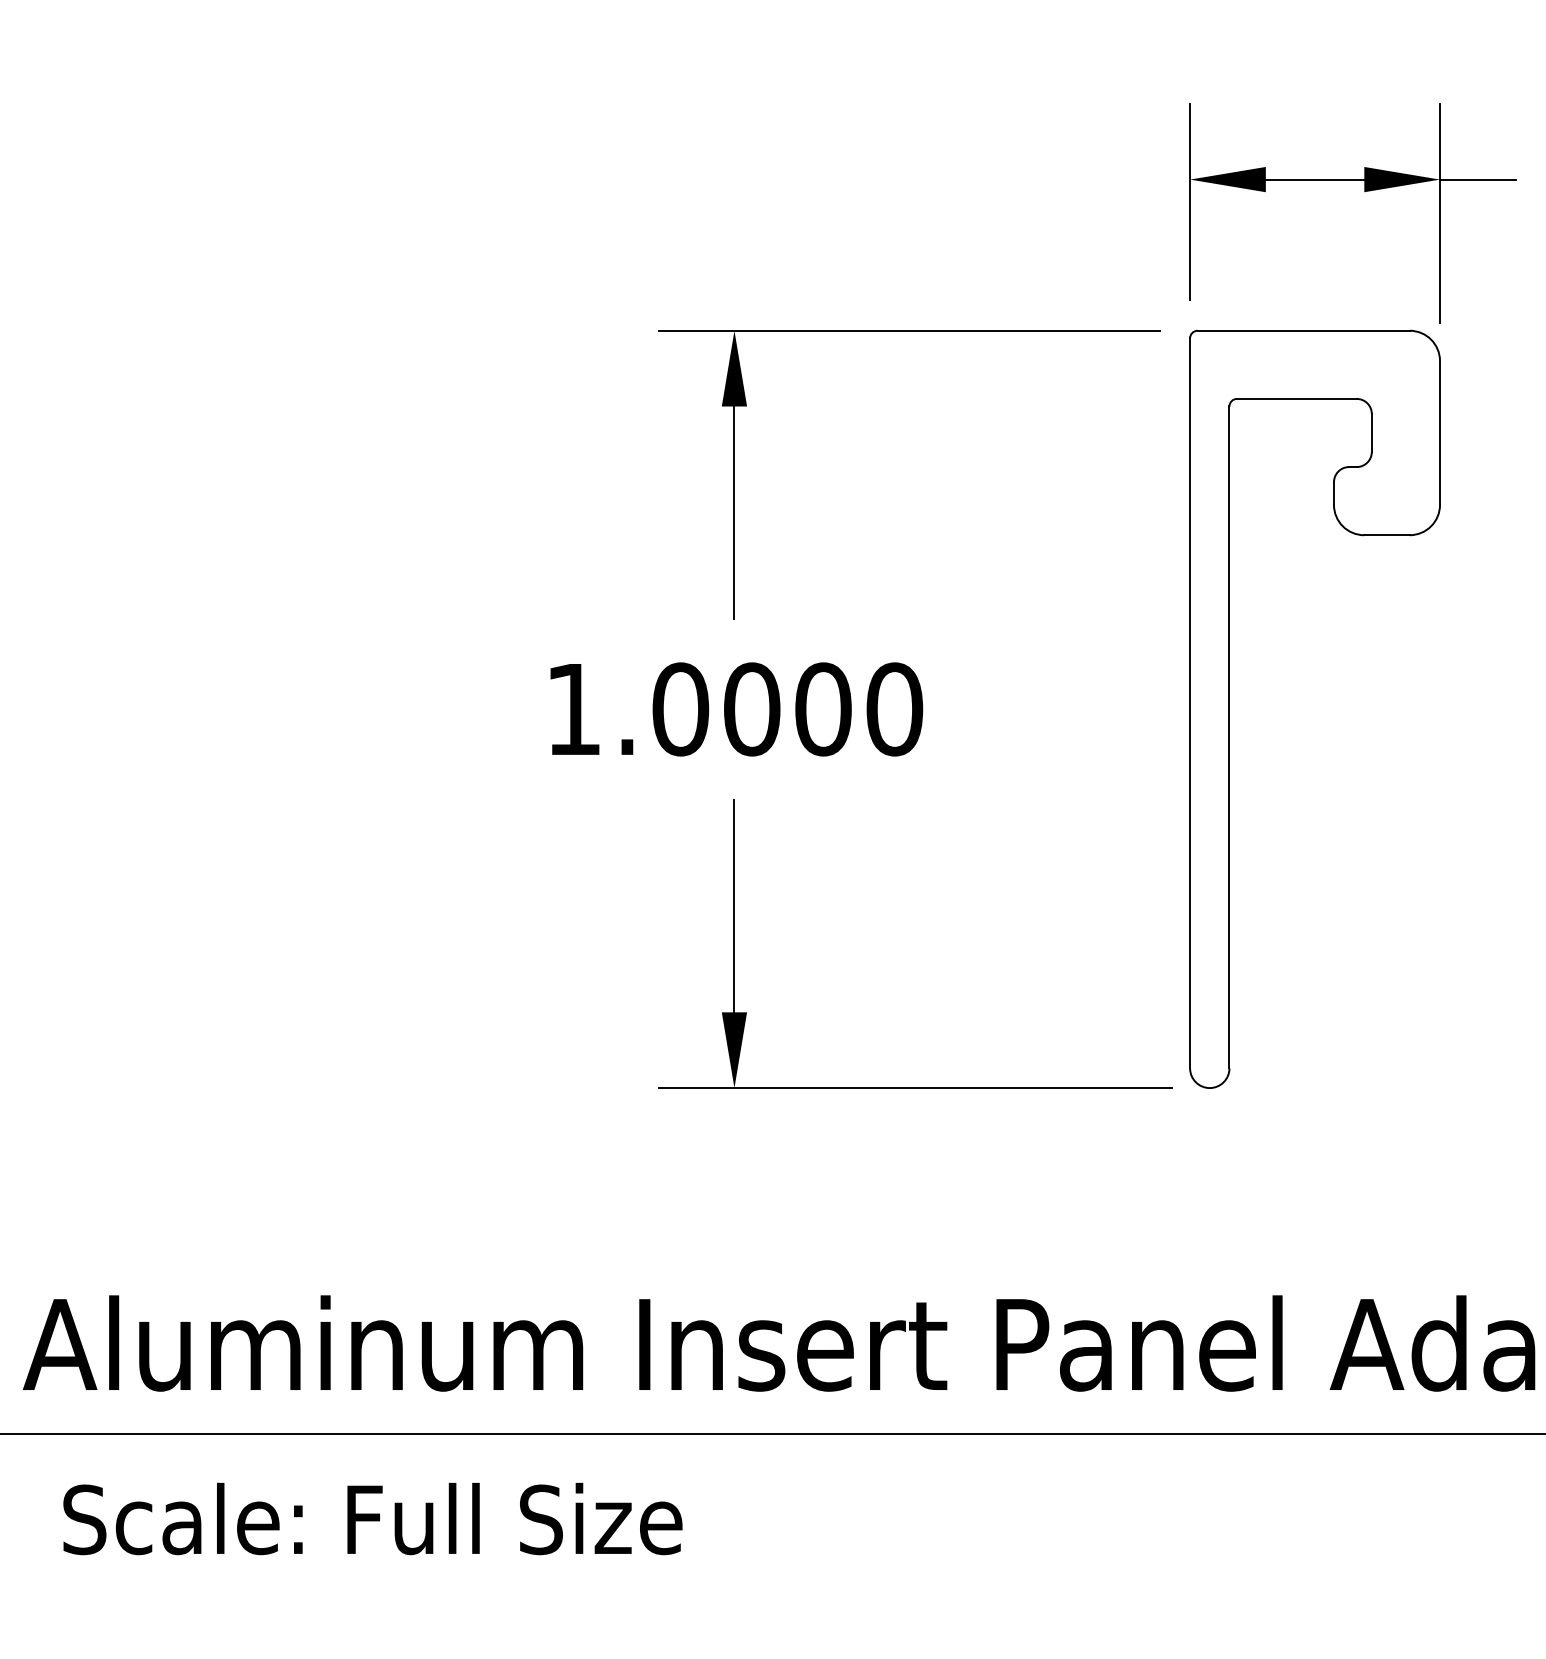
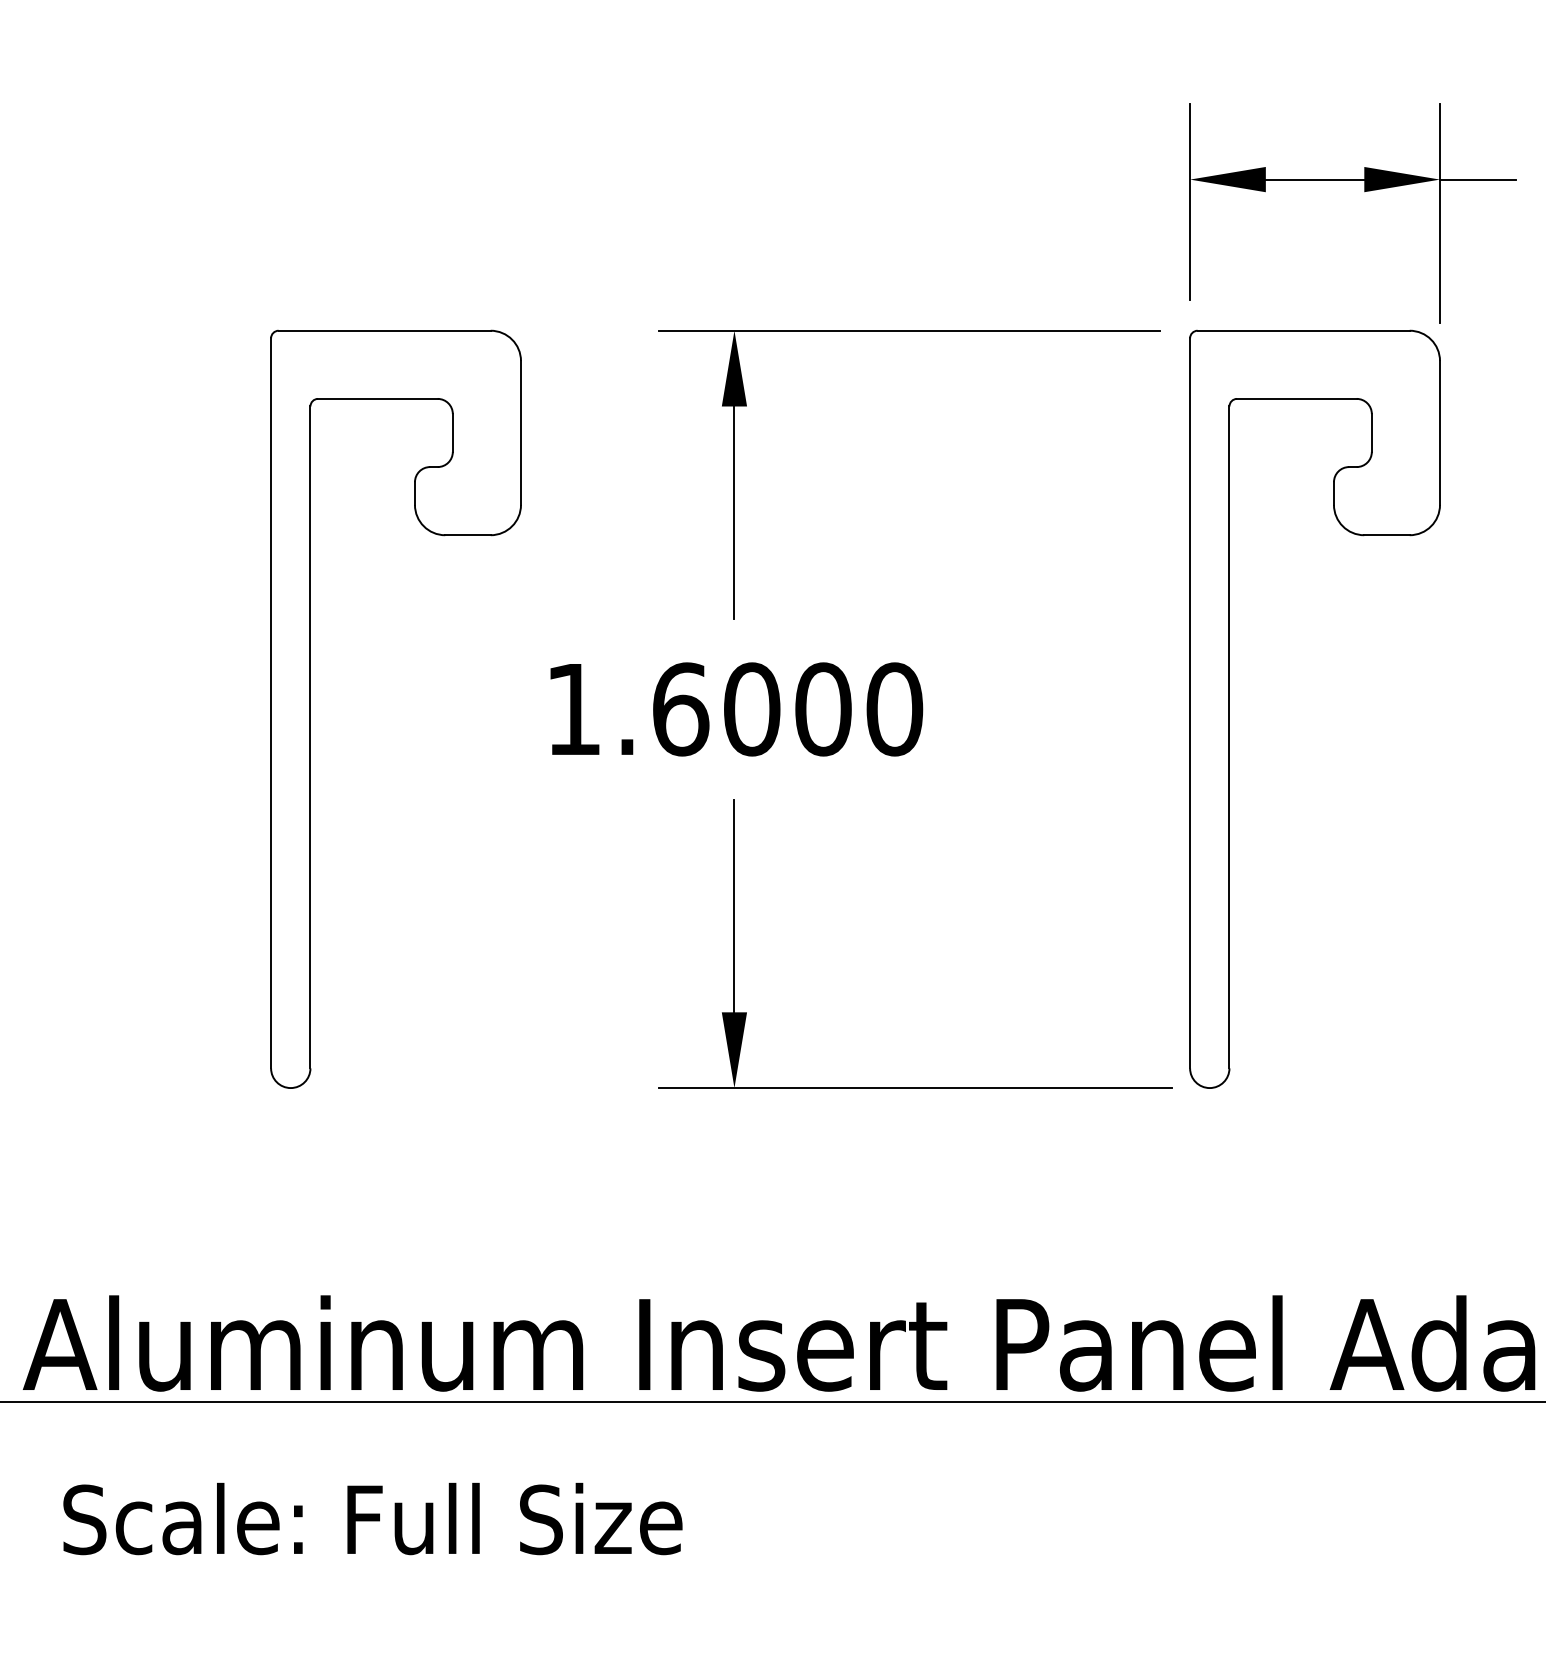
part at (310, 708): none -> present
text at (680, 709): 1.0000 -> 1.6000
line at (772, 1433) position: (772, 1433) -> (772, 1401)
